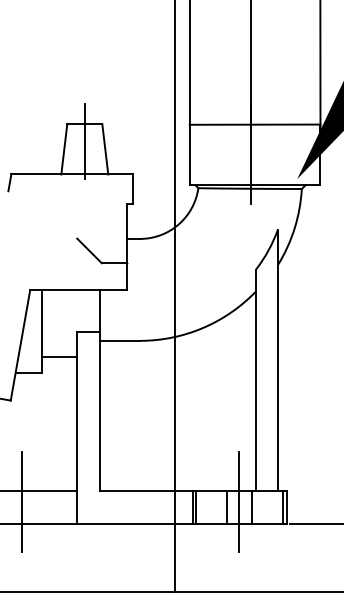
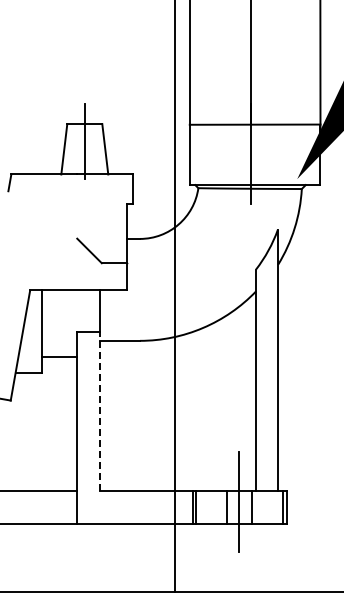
line at (99, 411): solid -> dashed
line at (22, 501): present -> none
line at (315, 524): present -> none
